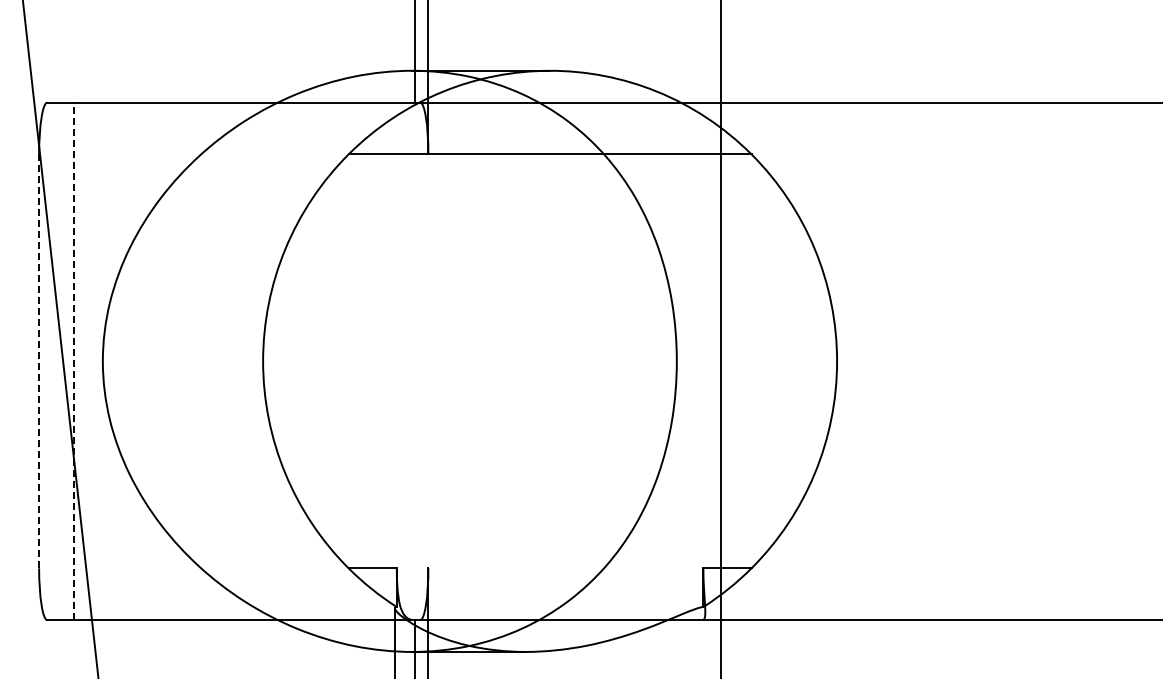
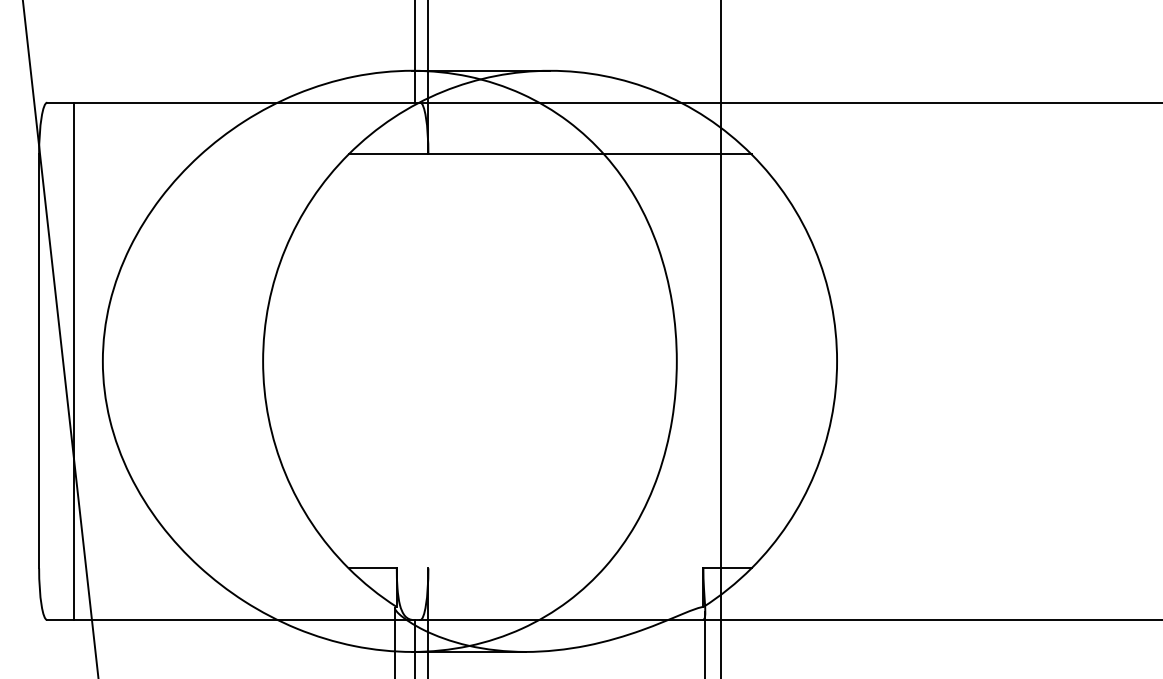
line at (39, 361): dashed -> solid
line at (74, 361): dashed -> solid
line at (705, 643): none -> present
